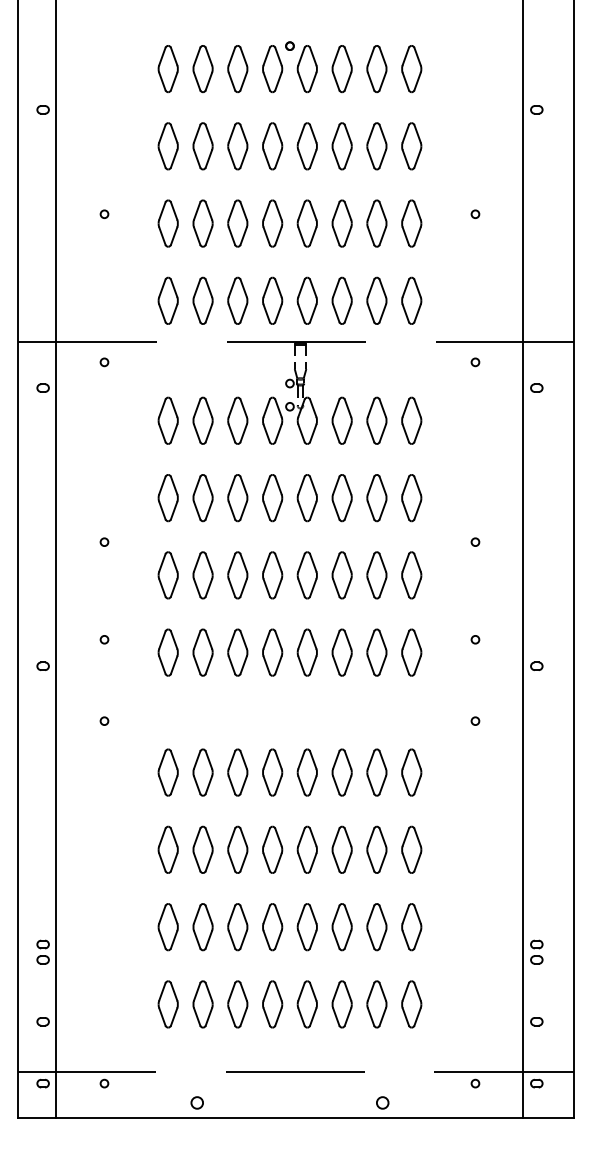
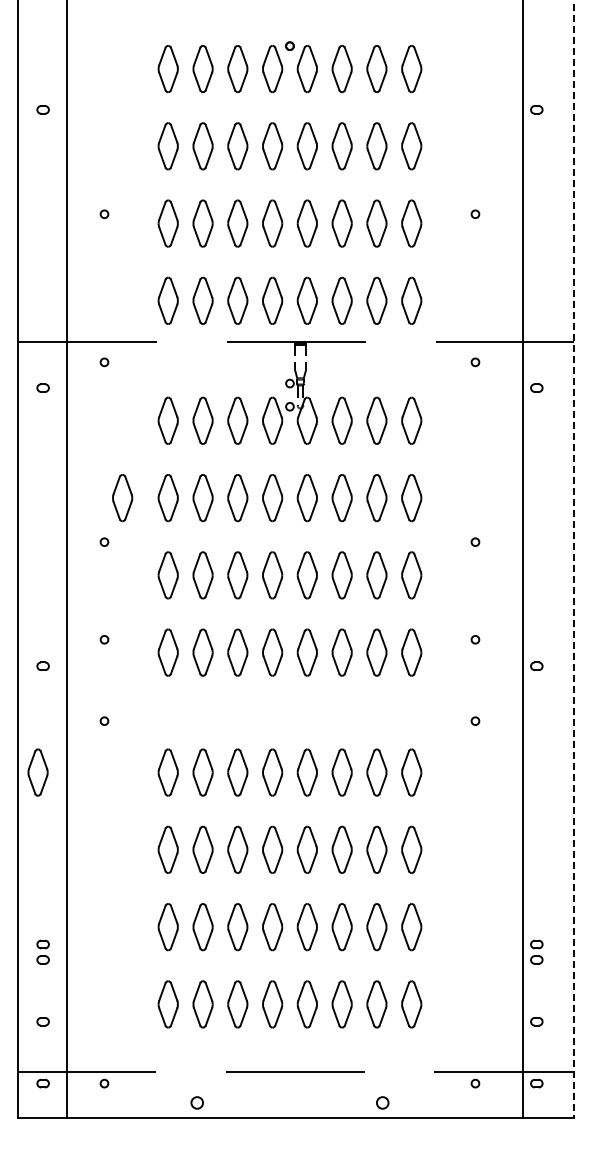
part at (122, 498): none -> present
line at (573, 559): solid -> dashed
line at (56, 560) position: (56, 560) -> (67, 560)
part at (37, 772): none -> present
